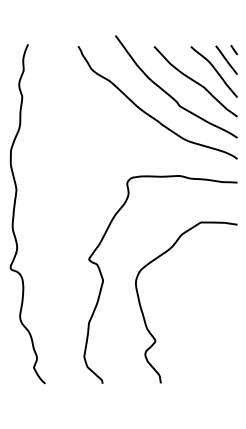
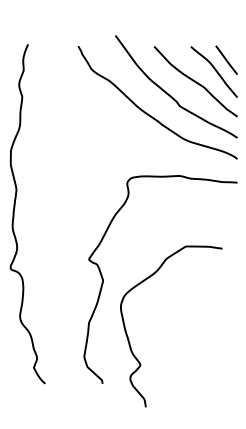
curve at (233, 49): present -> none
curve at (144, 315) position: (144, 315) -> (129, 339)
